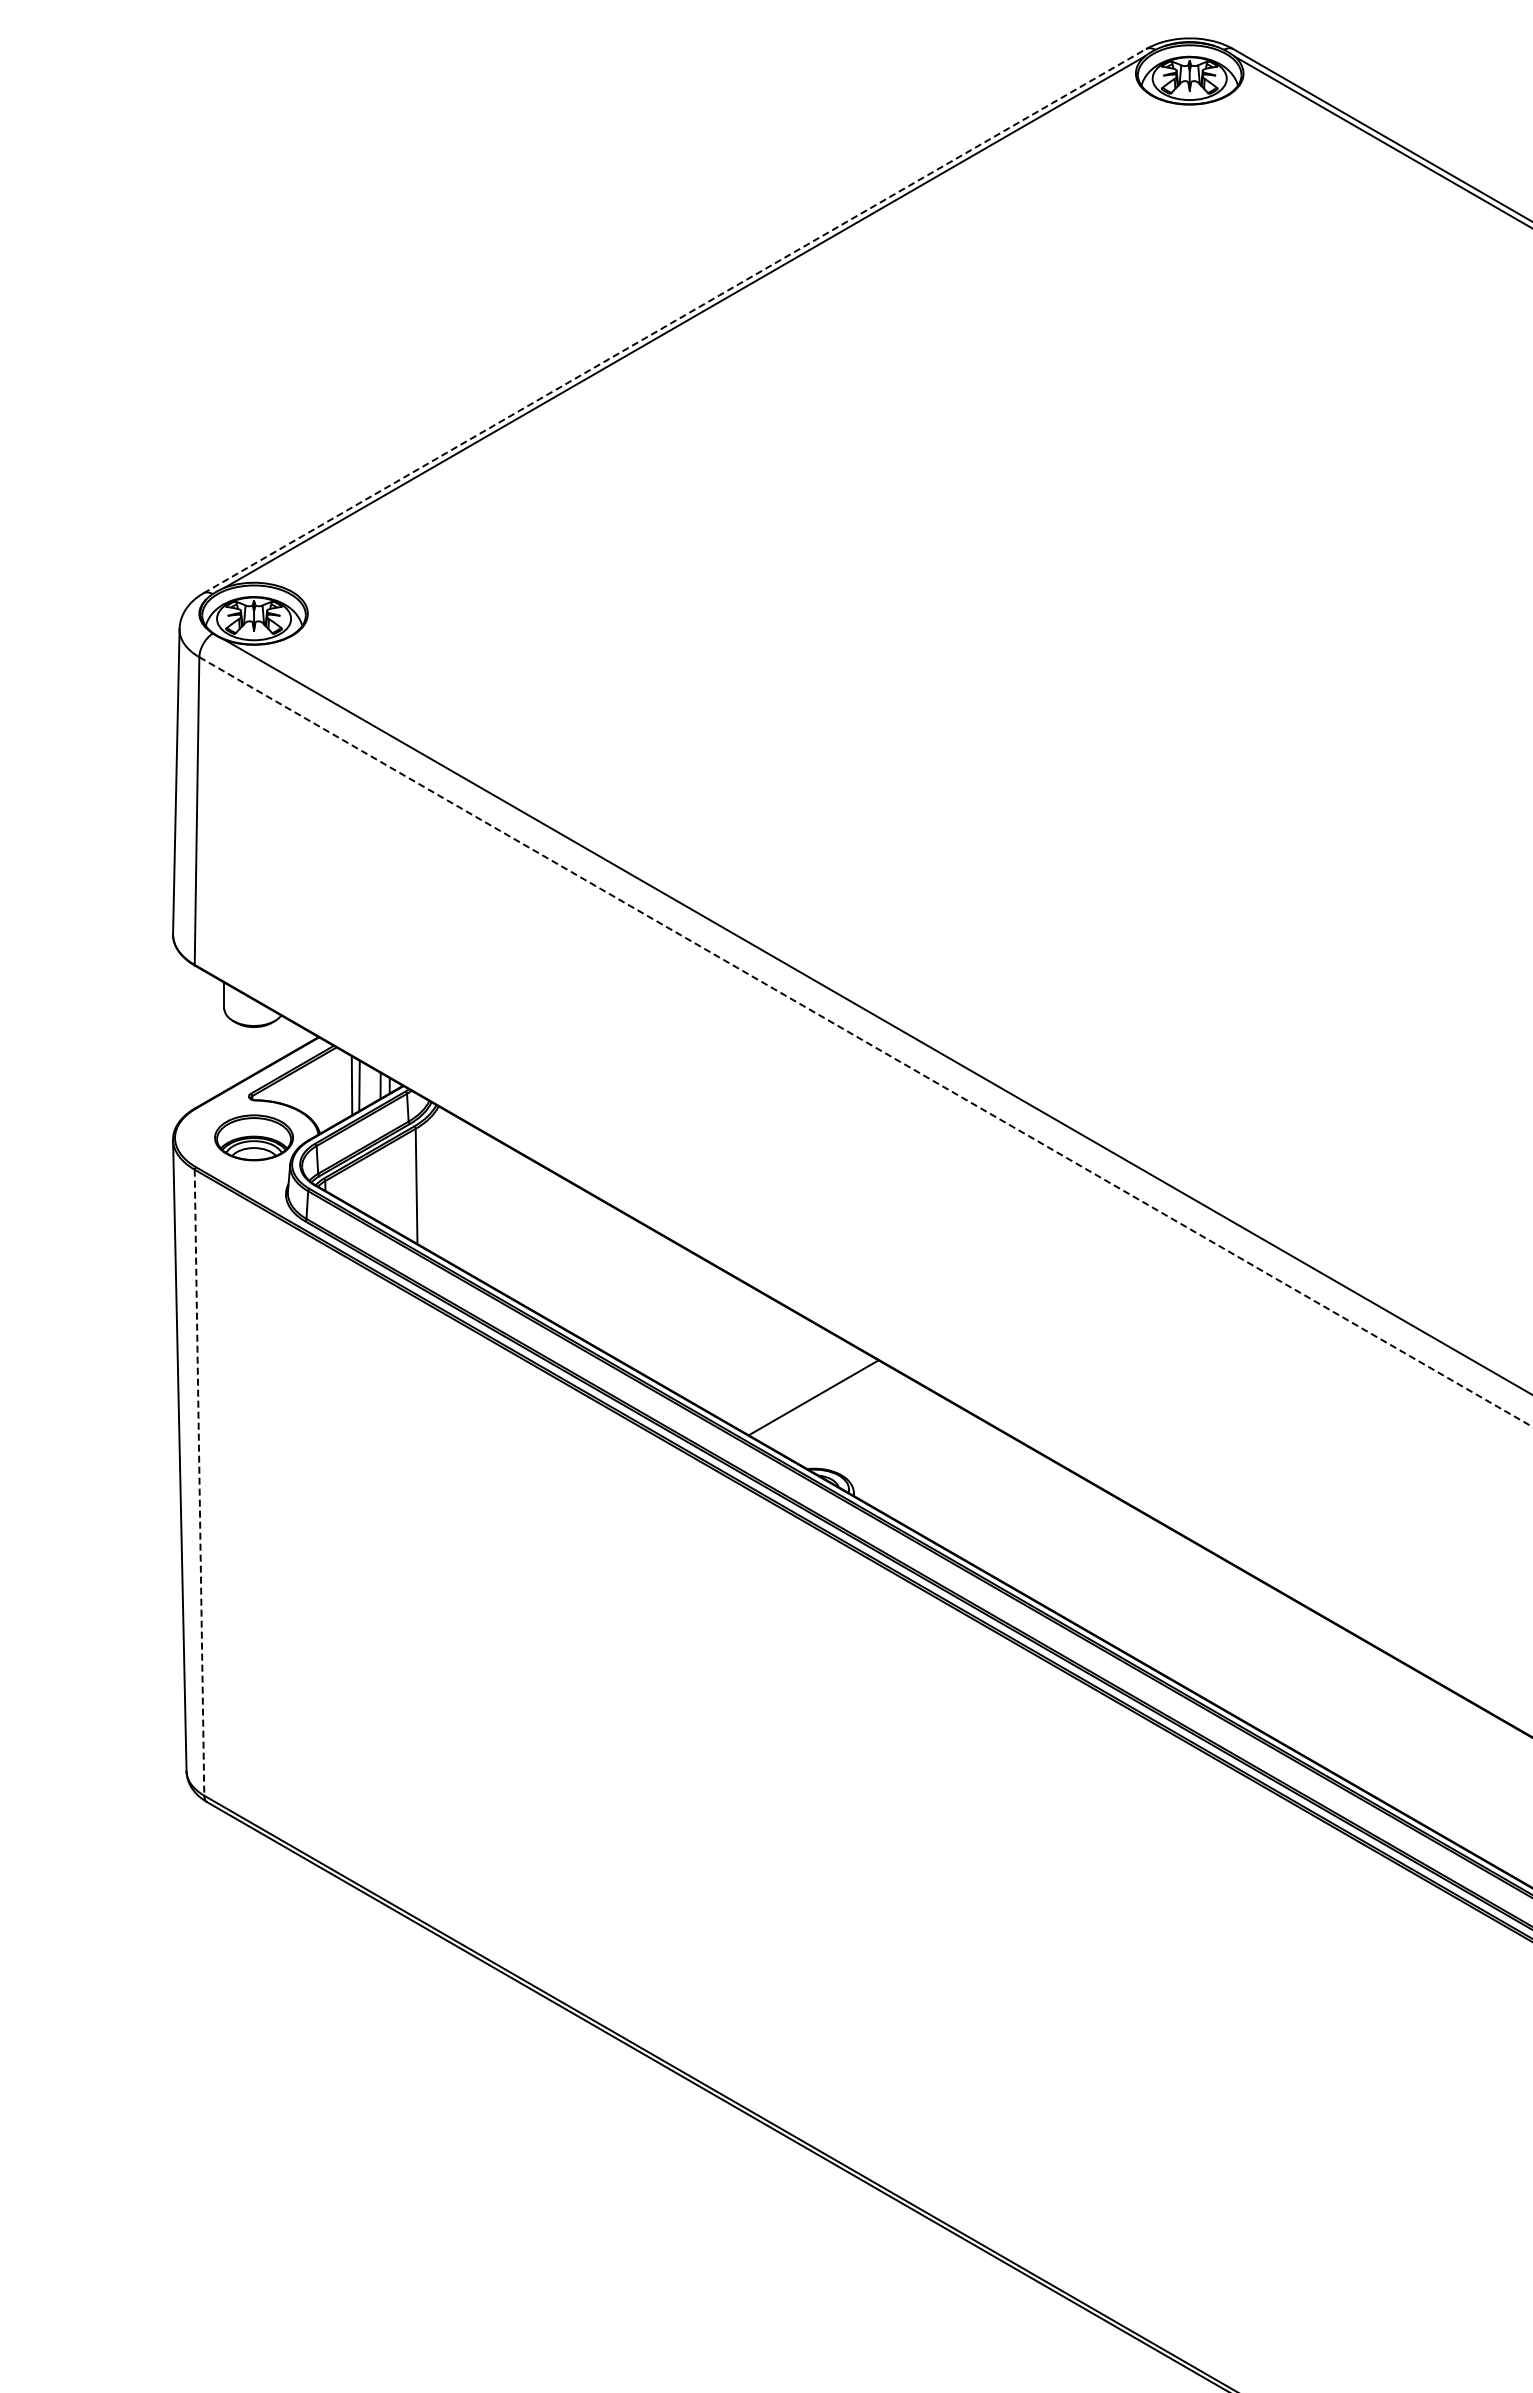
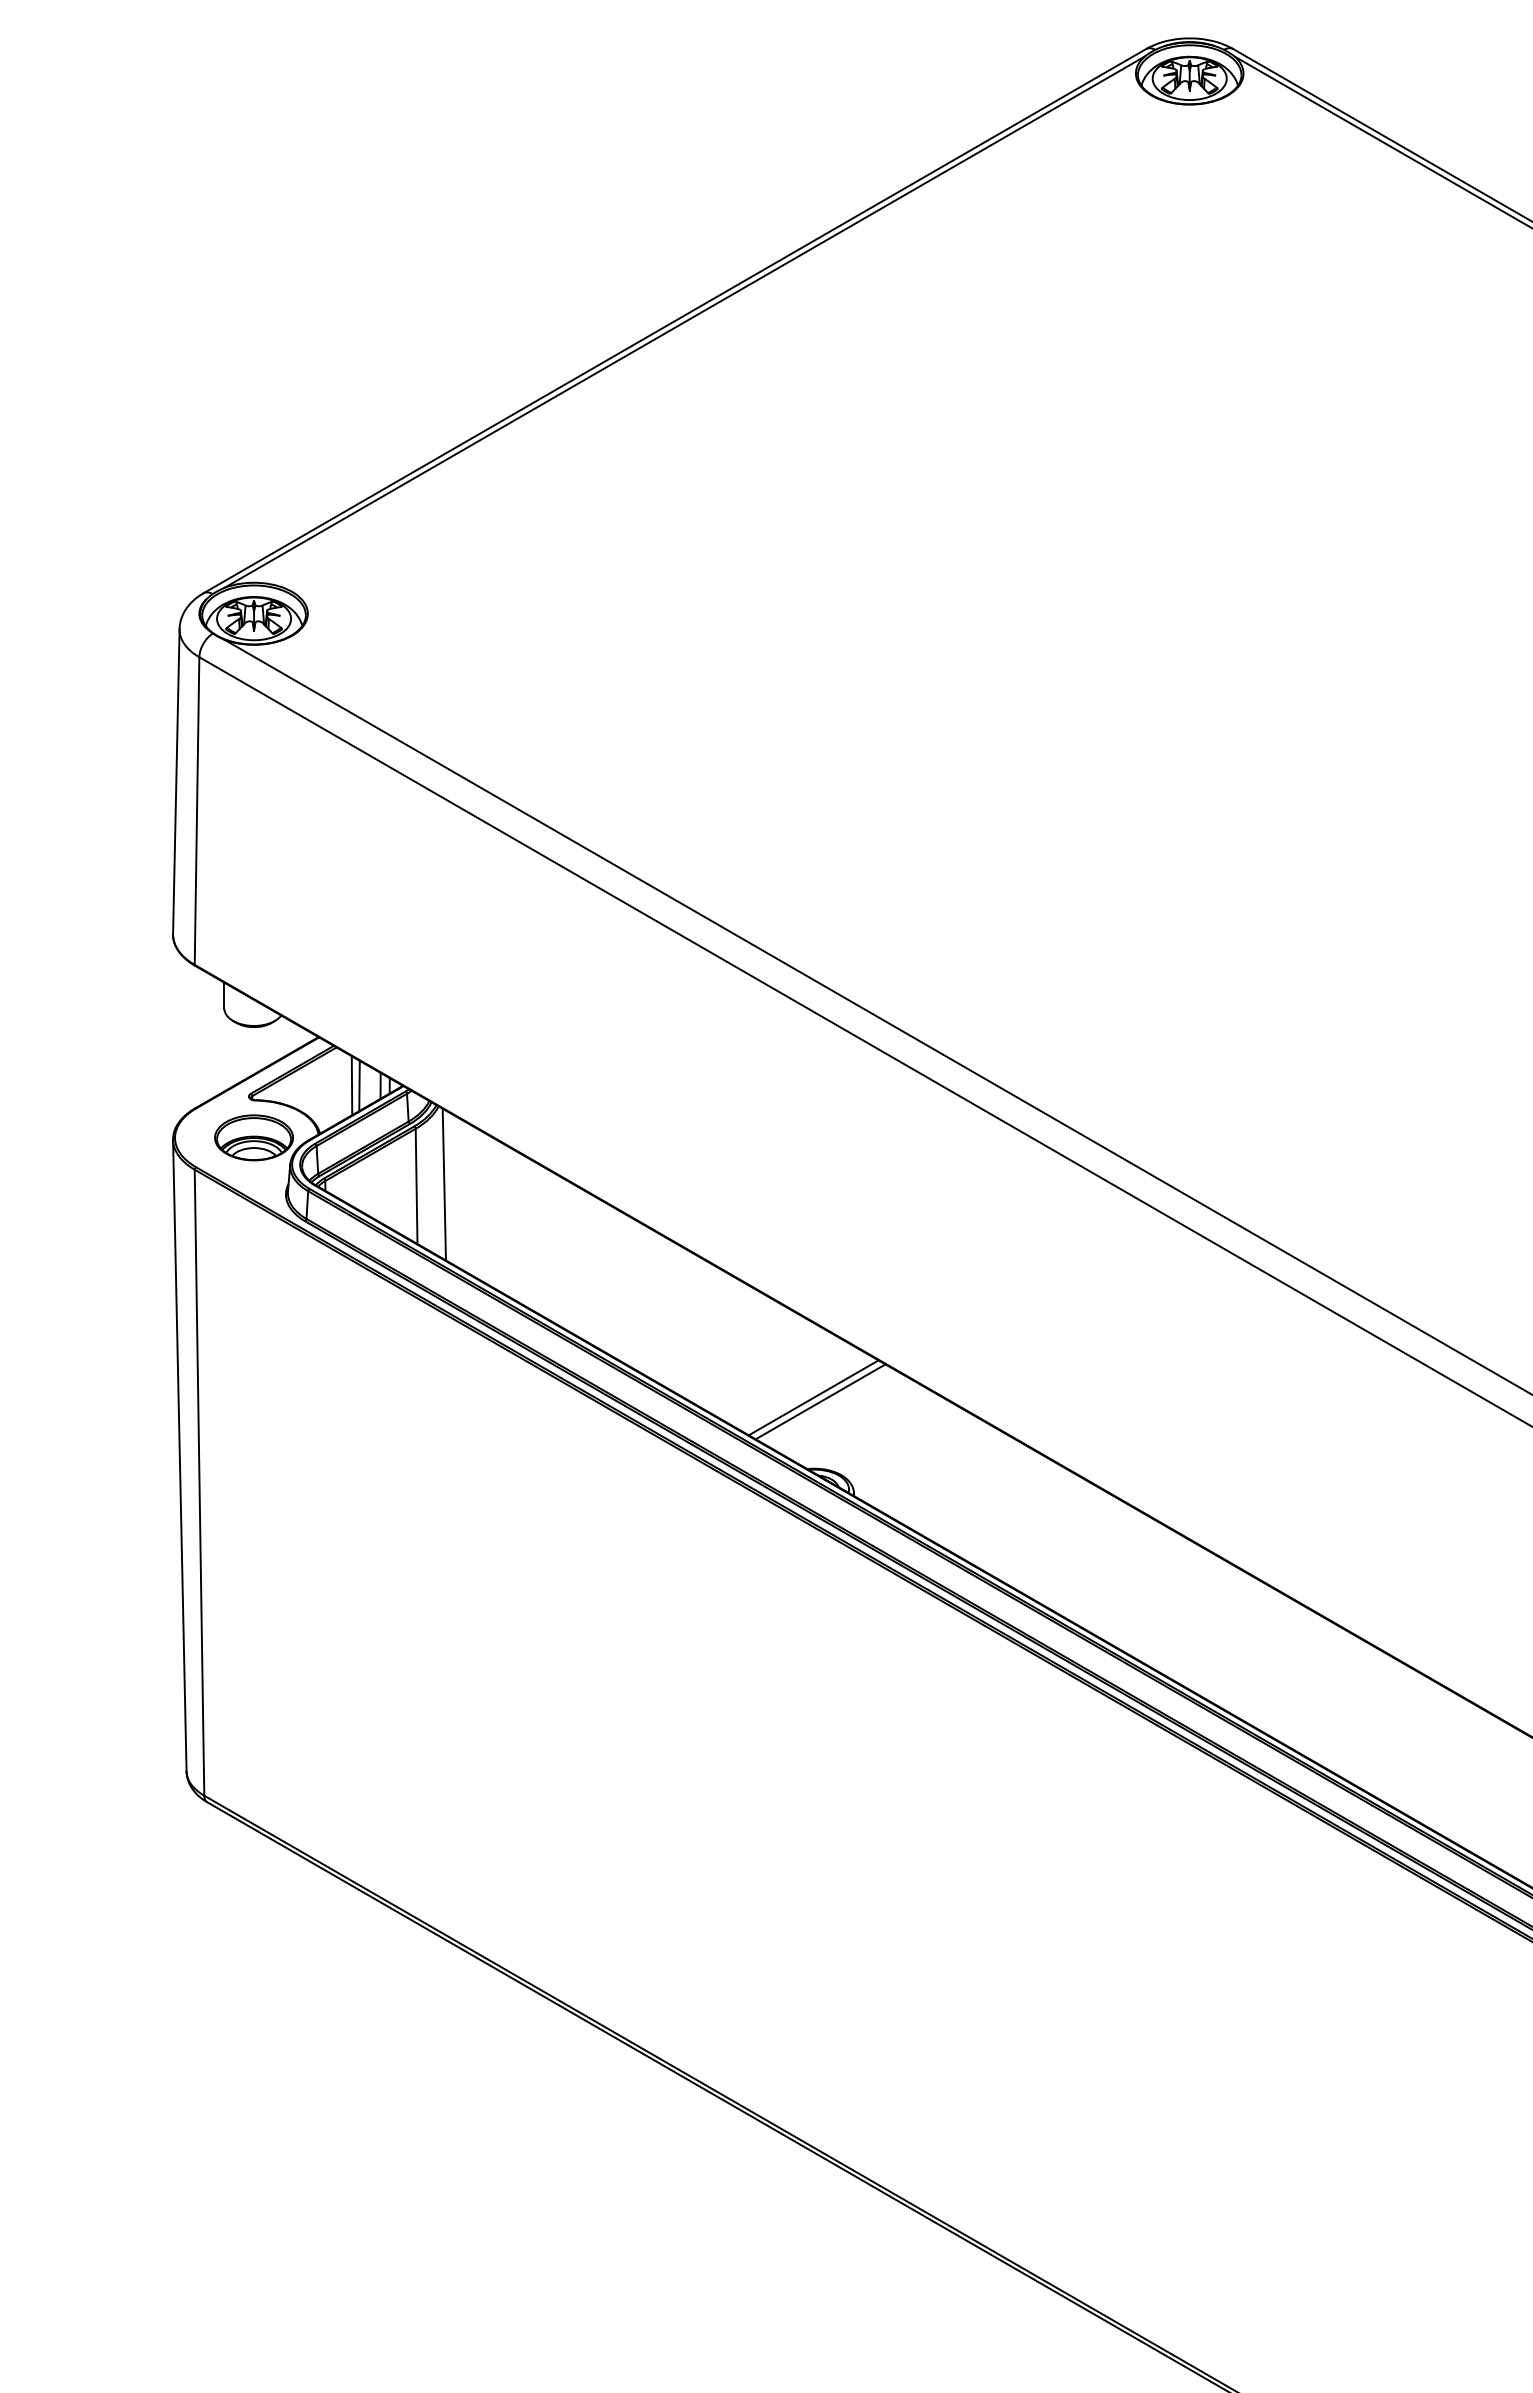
line at (675, 320): dashed -> solid
line at (866, 1042): dashed -> solid
line at (443, 1184): none -> present
line at (820, 1401): none -> present
line at (199, 1483): dashed -> solid
